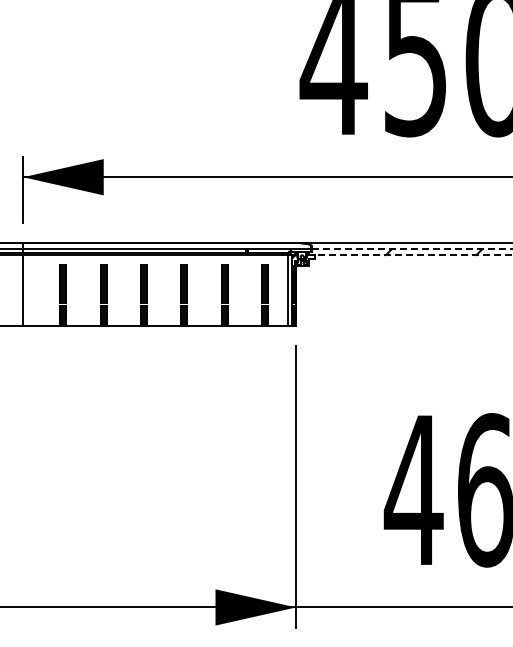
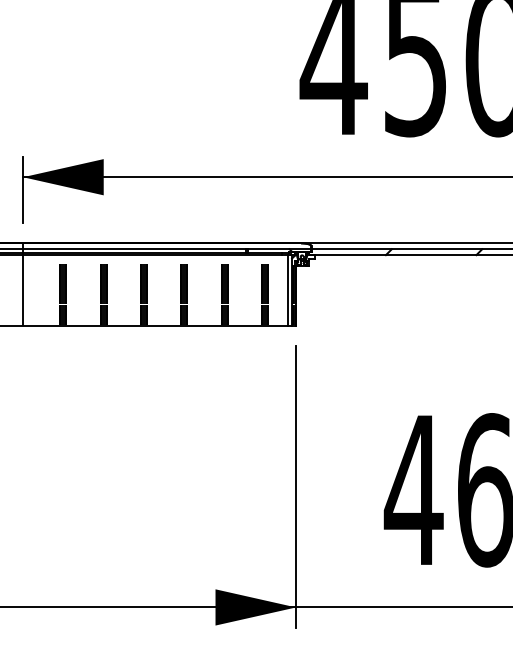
line at (412, 249): dashed -> solid
line at (409, 255): dashed -> solid
